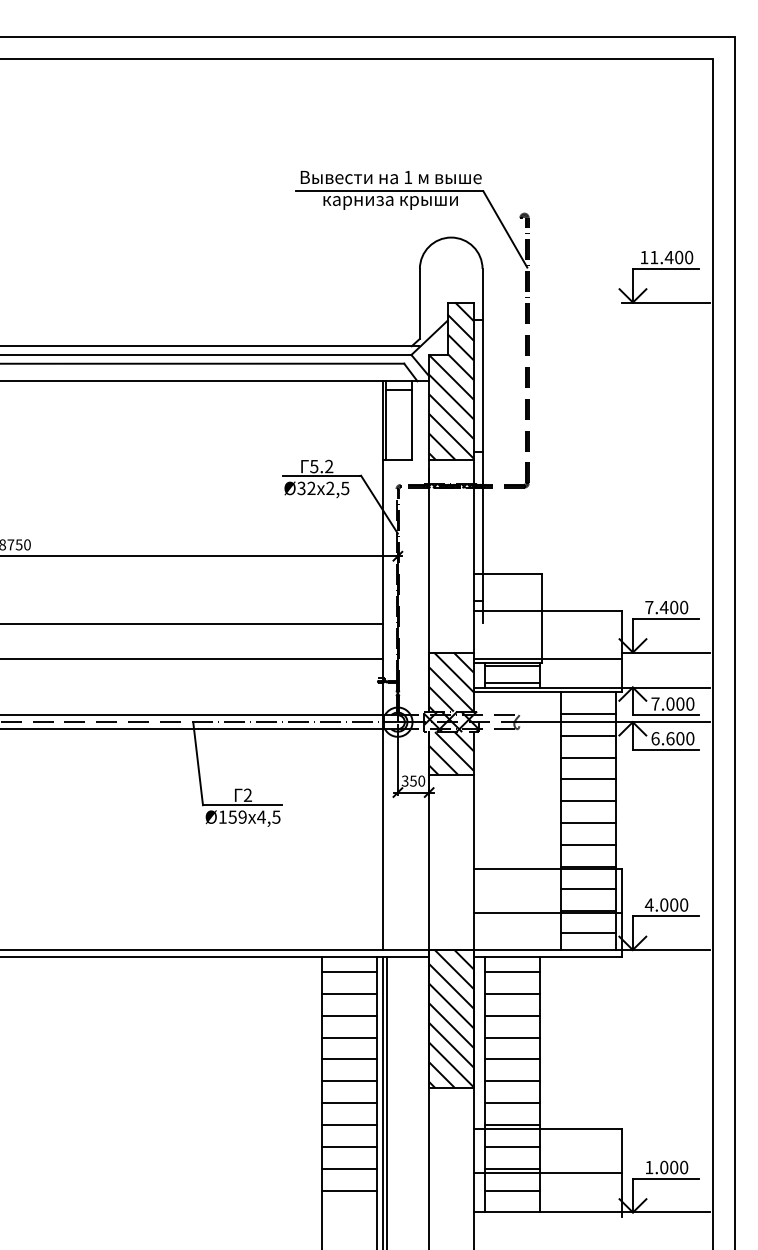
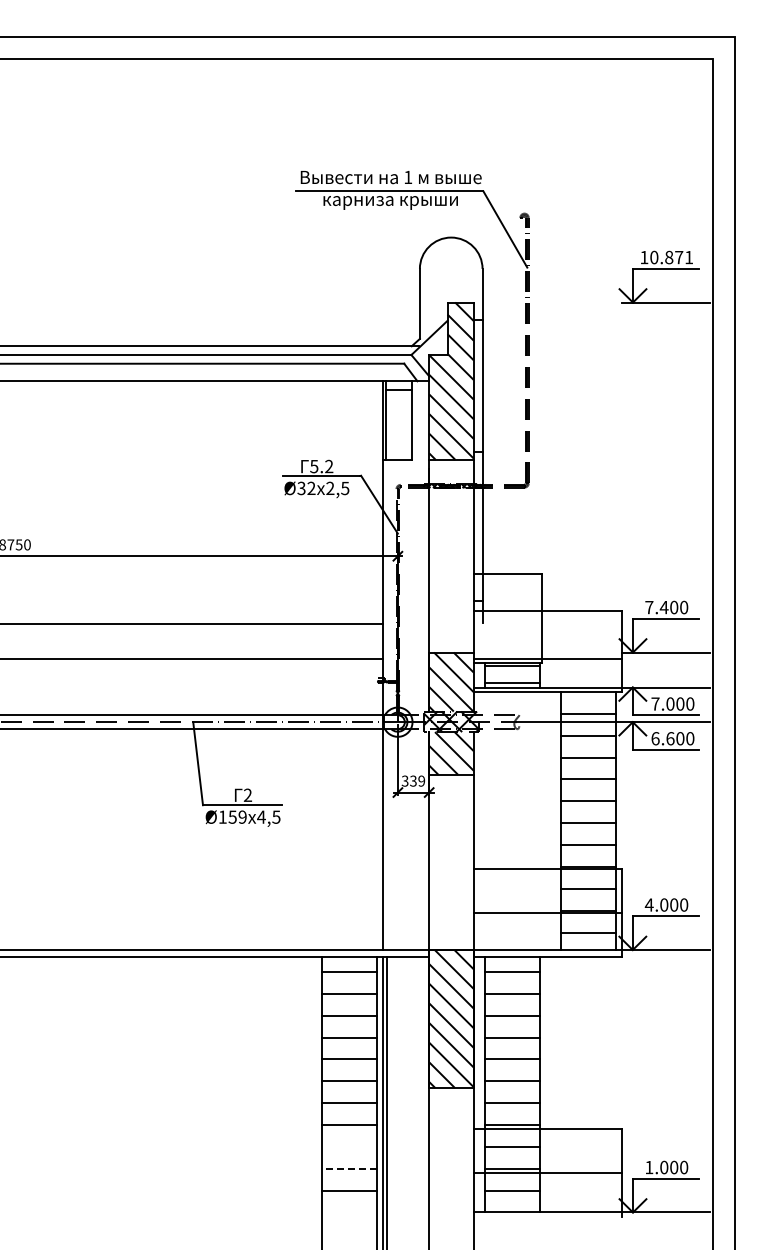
text at (671, 257): 11.400 -> 10.871
text at (417, 780): 350 -> 339
line at (349, 1146): present -> none
line at (349, 1168): solid -> dashed
